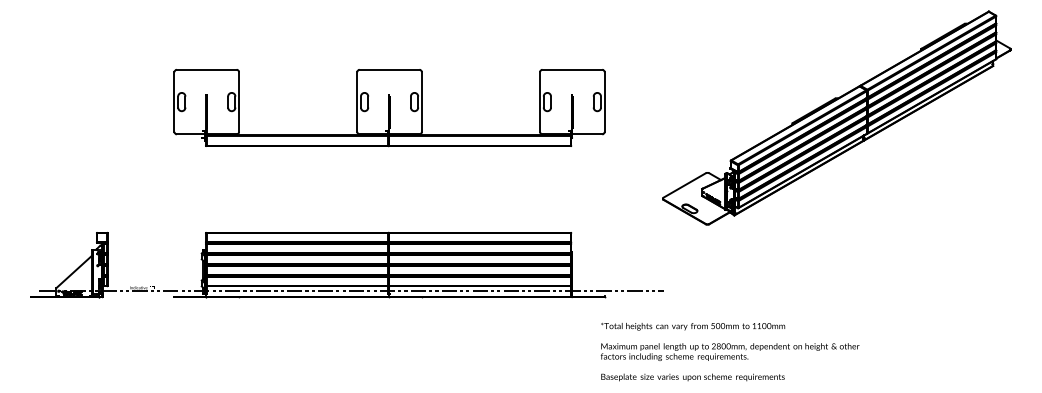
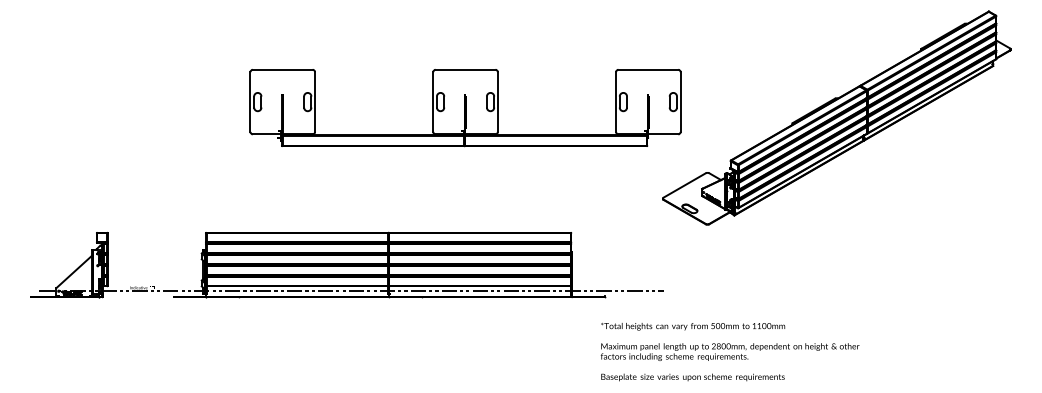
part at (389, 108) position: (389, 108) -> (465, 108)
